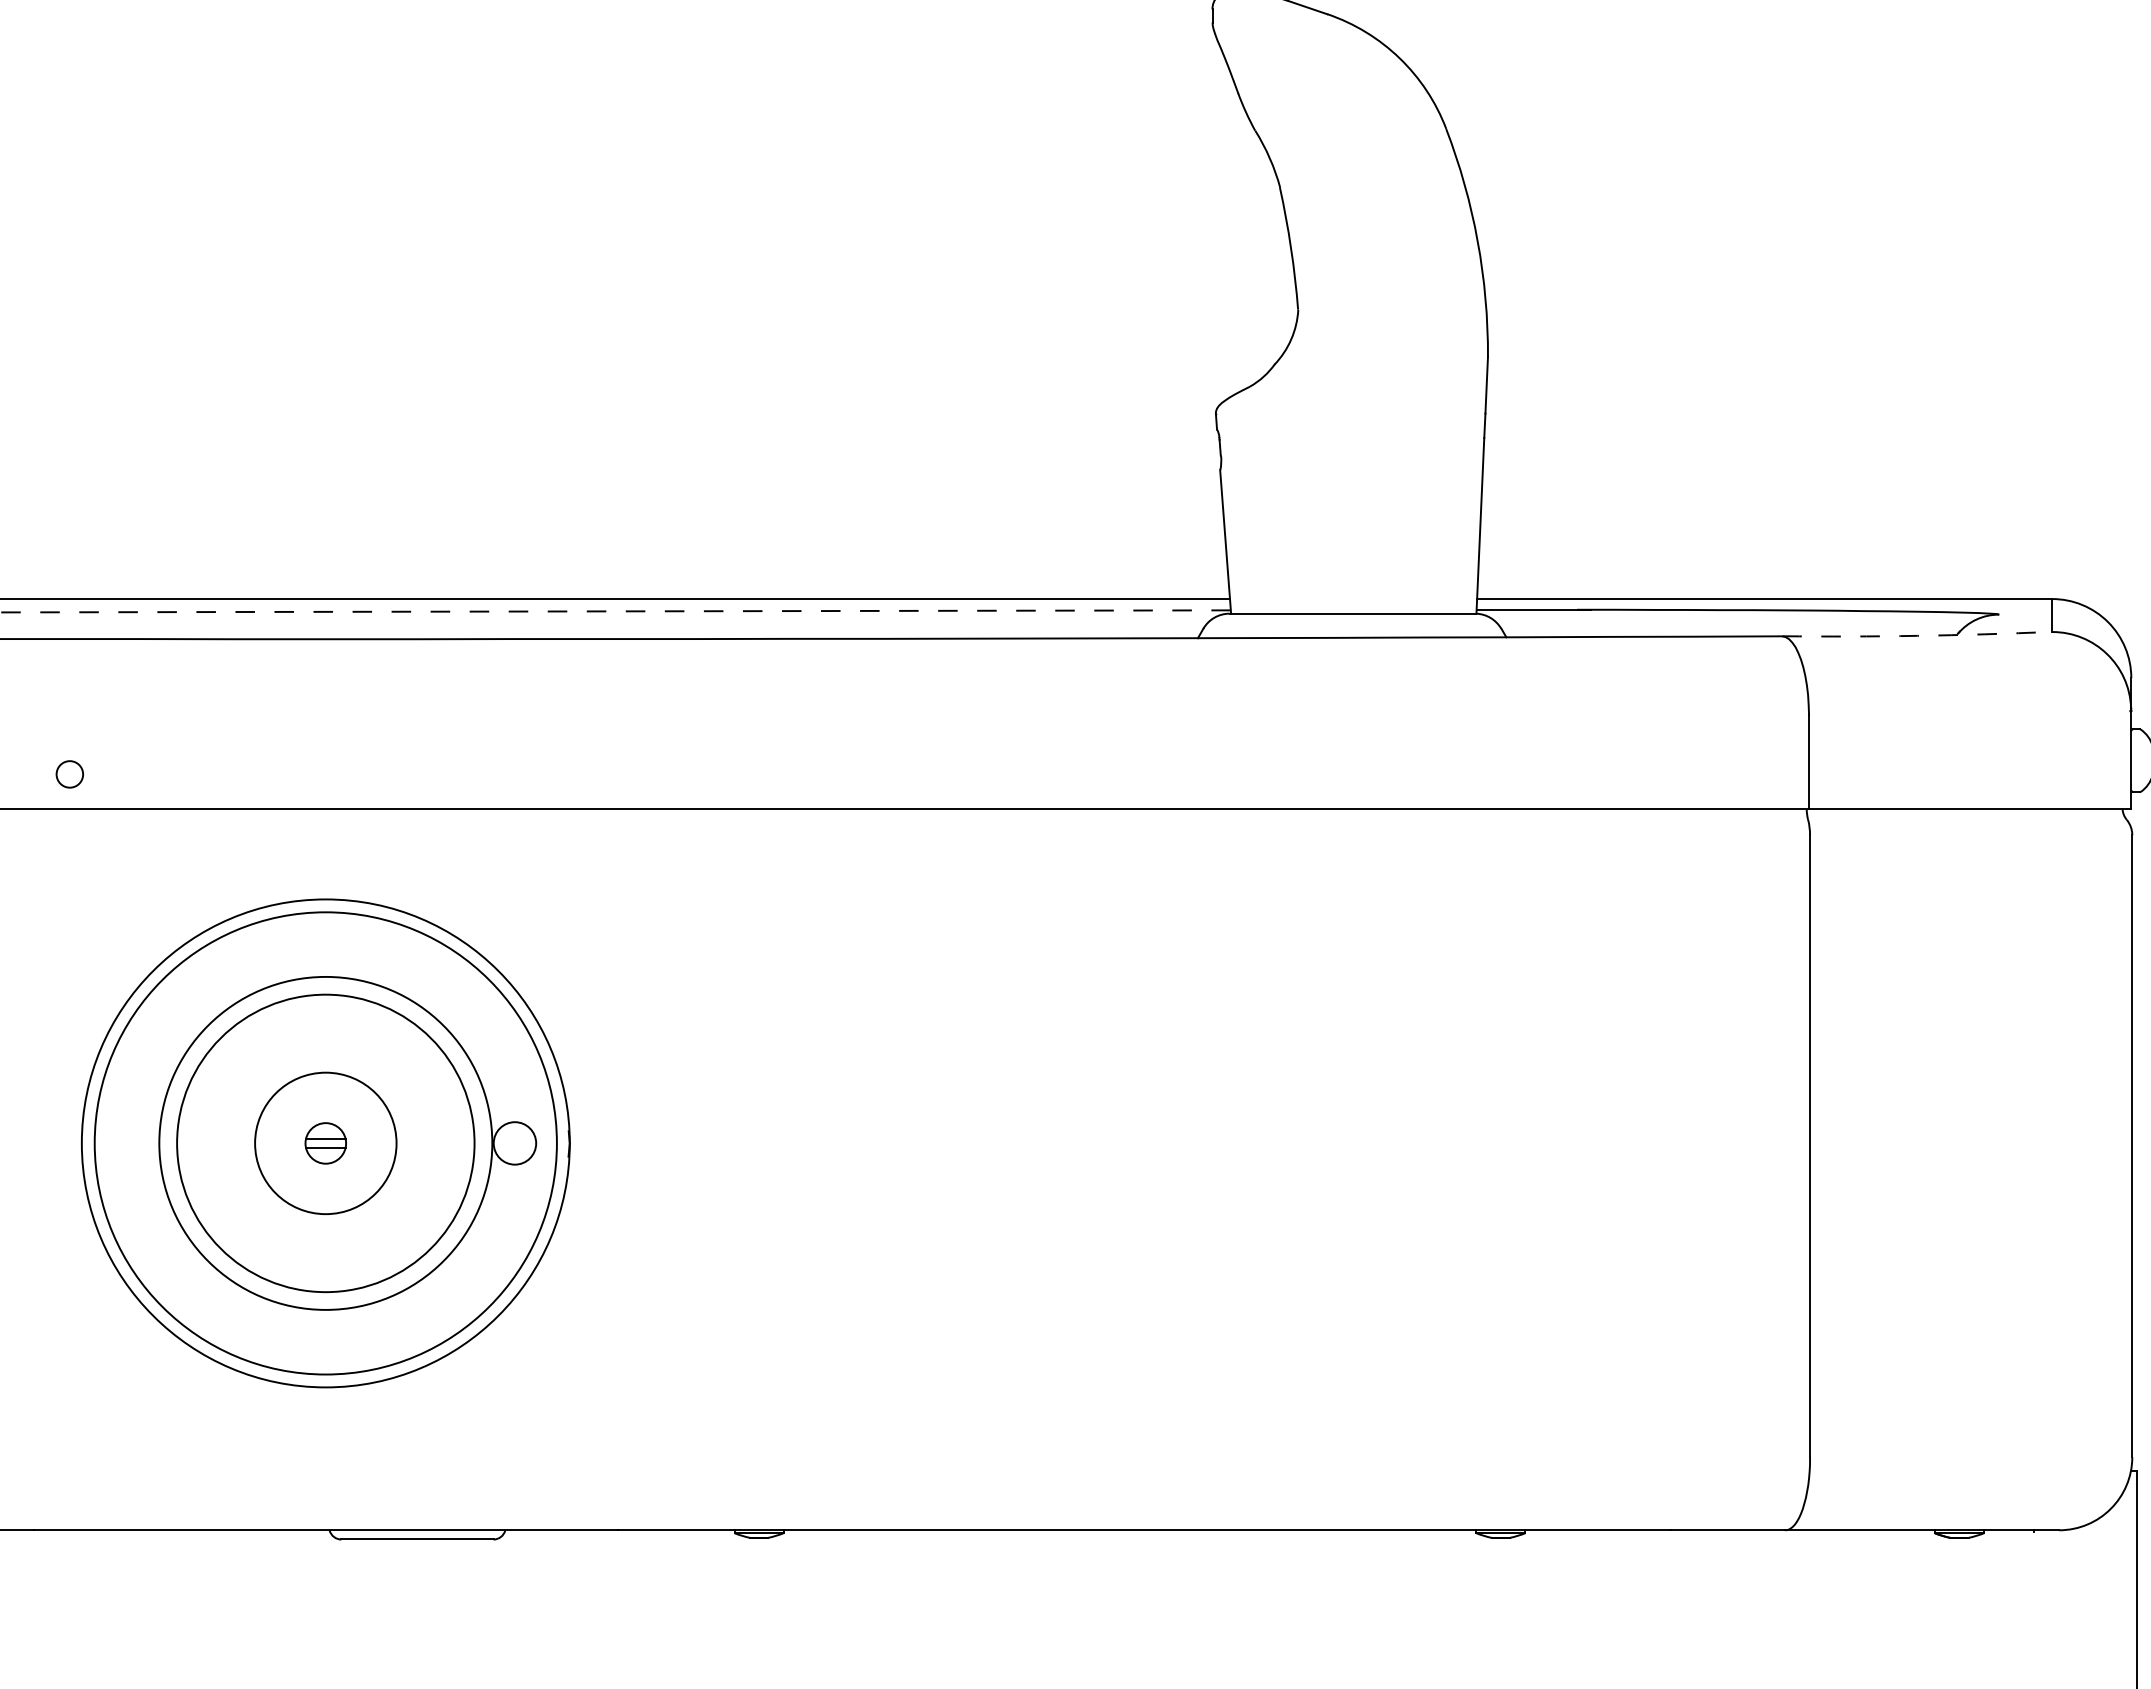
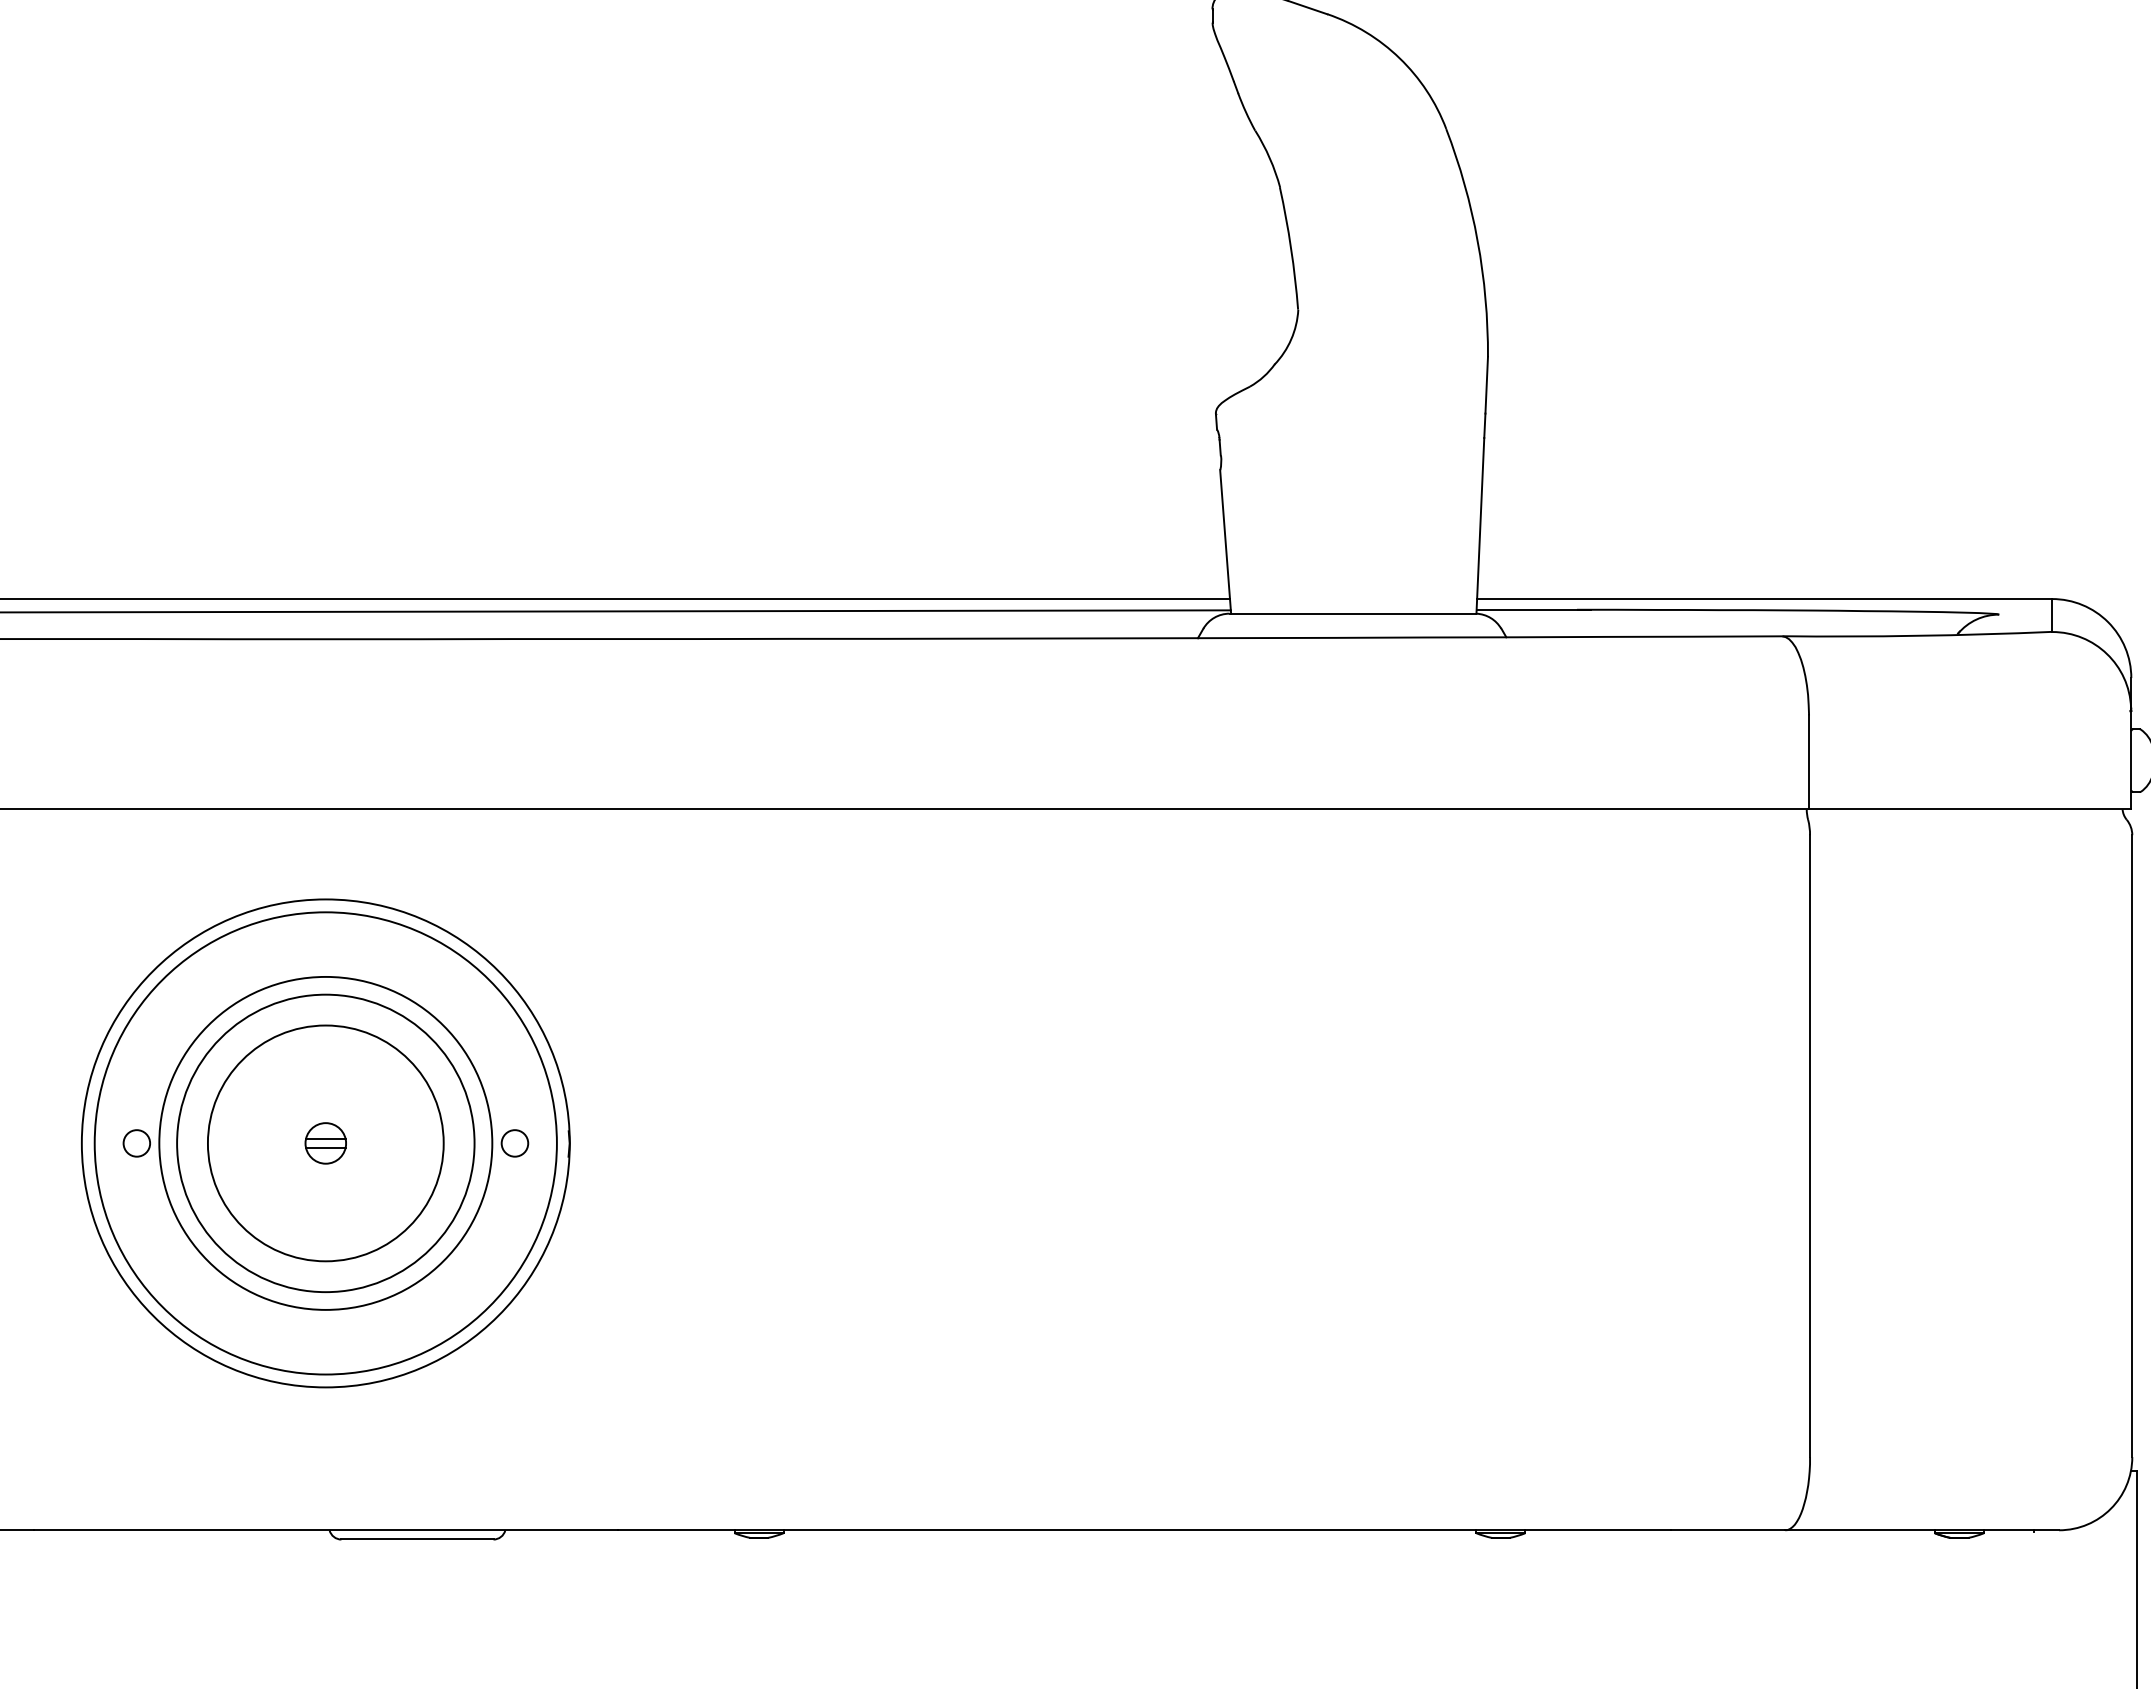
line at (615, 611): dashed -> solid
arc at (1917, 635): dashed -> solid
circle at (69, 774) position: (69, 774) -> (136, 1143)
circle at (325, 1143) diameter: 141 px -> 236 px
circle at (514, 1143) diameter: 42 px -> 27 px
